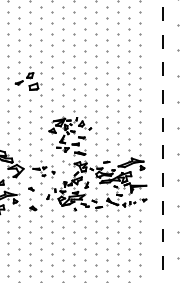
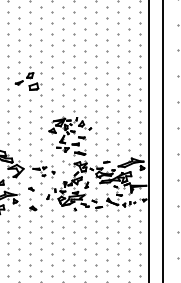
line at (149, 140): none -> present
line at (163, 141): dashed -> solid
